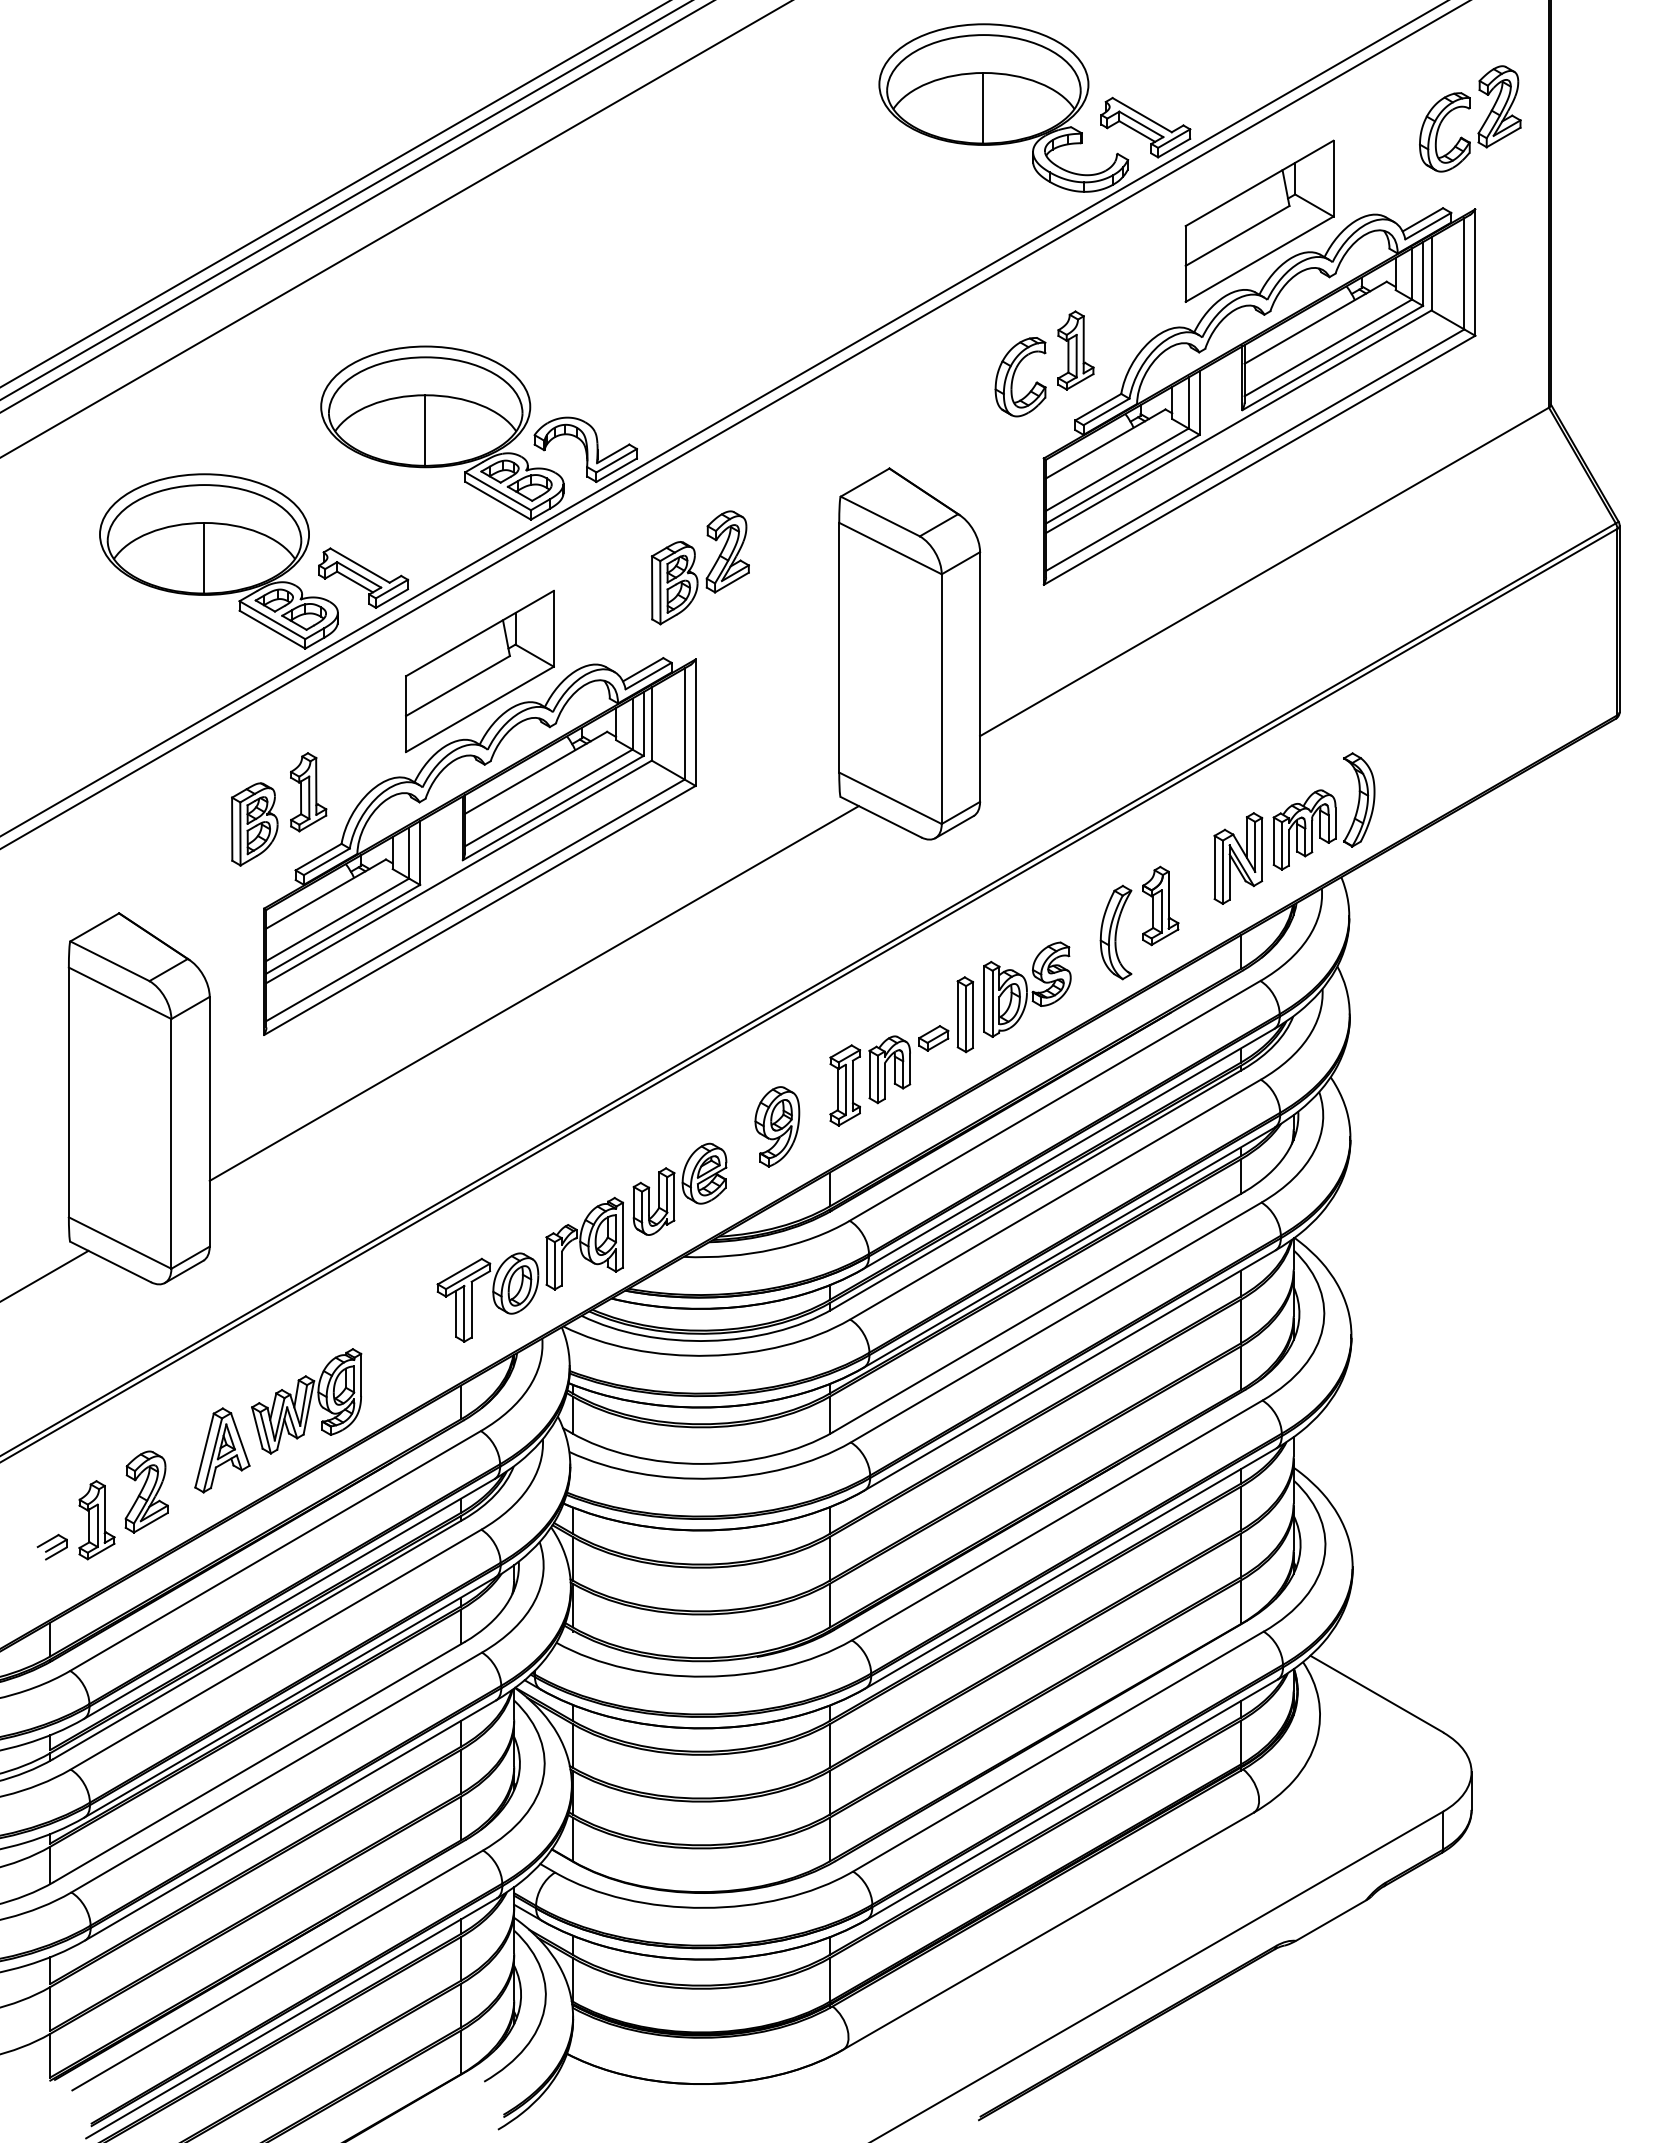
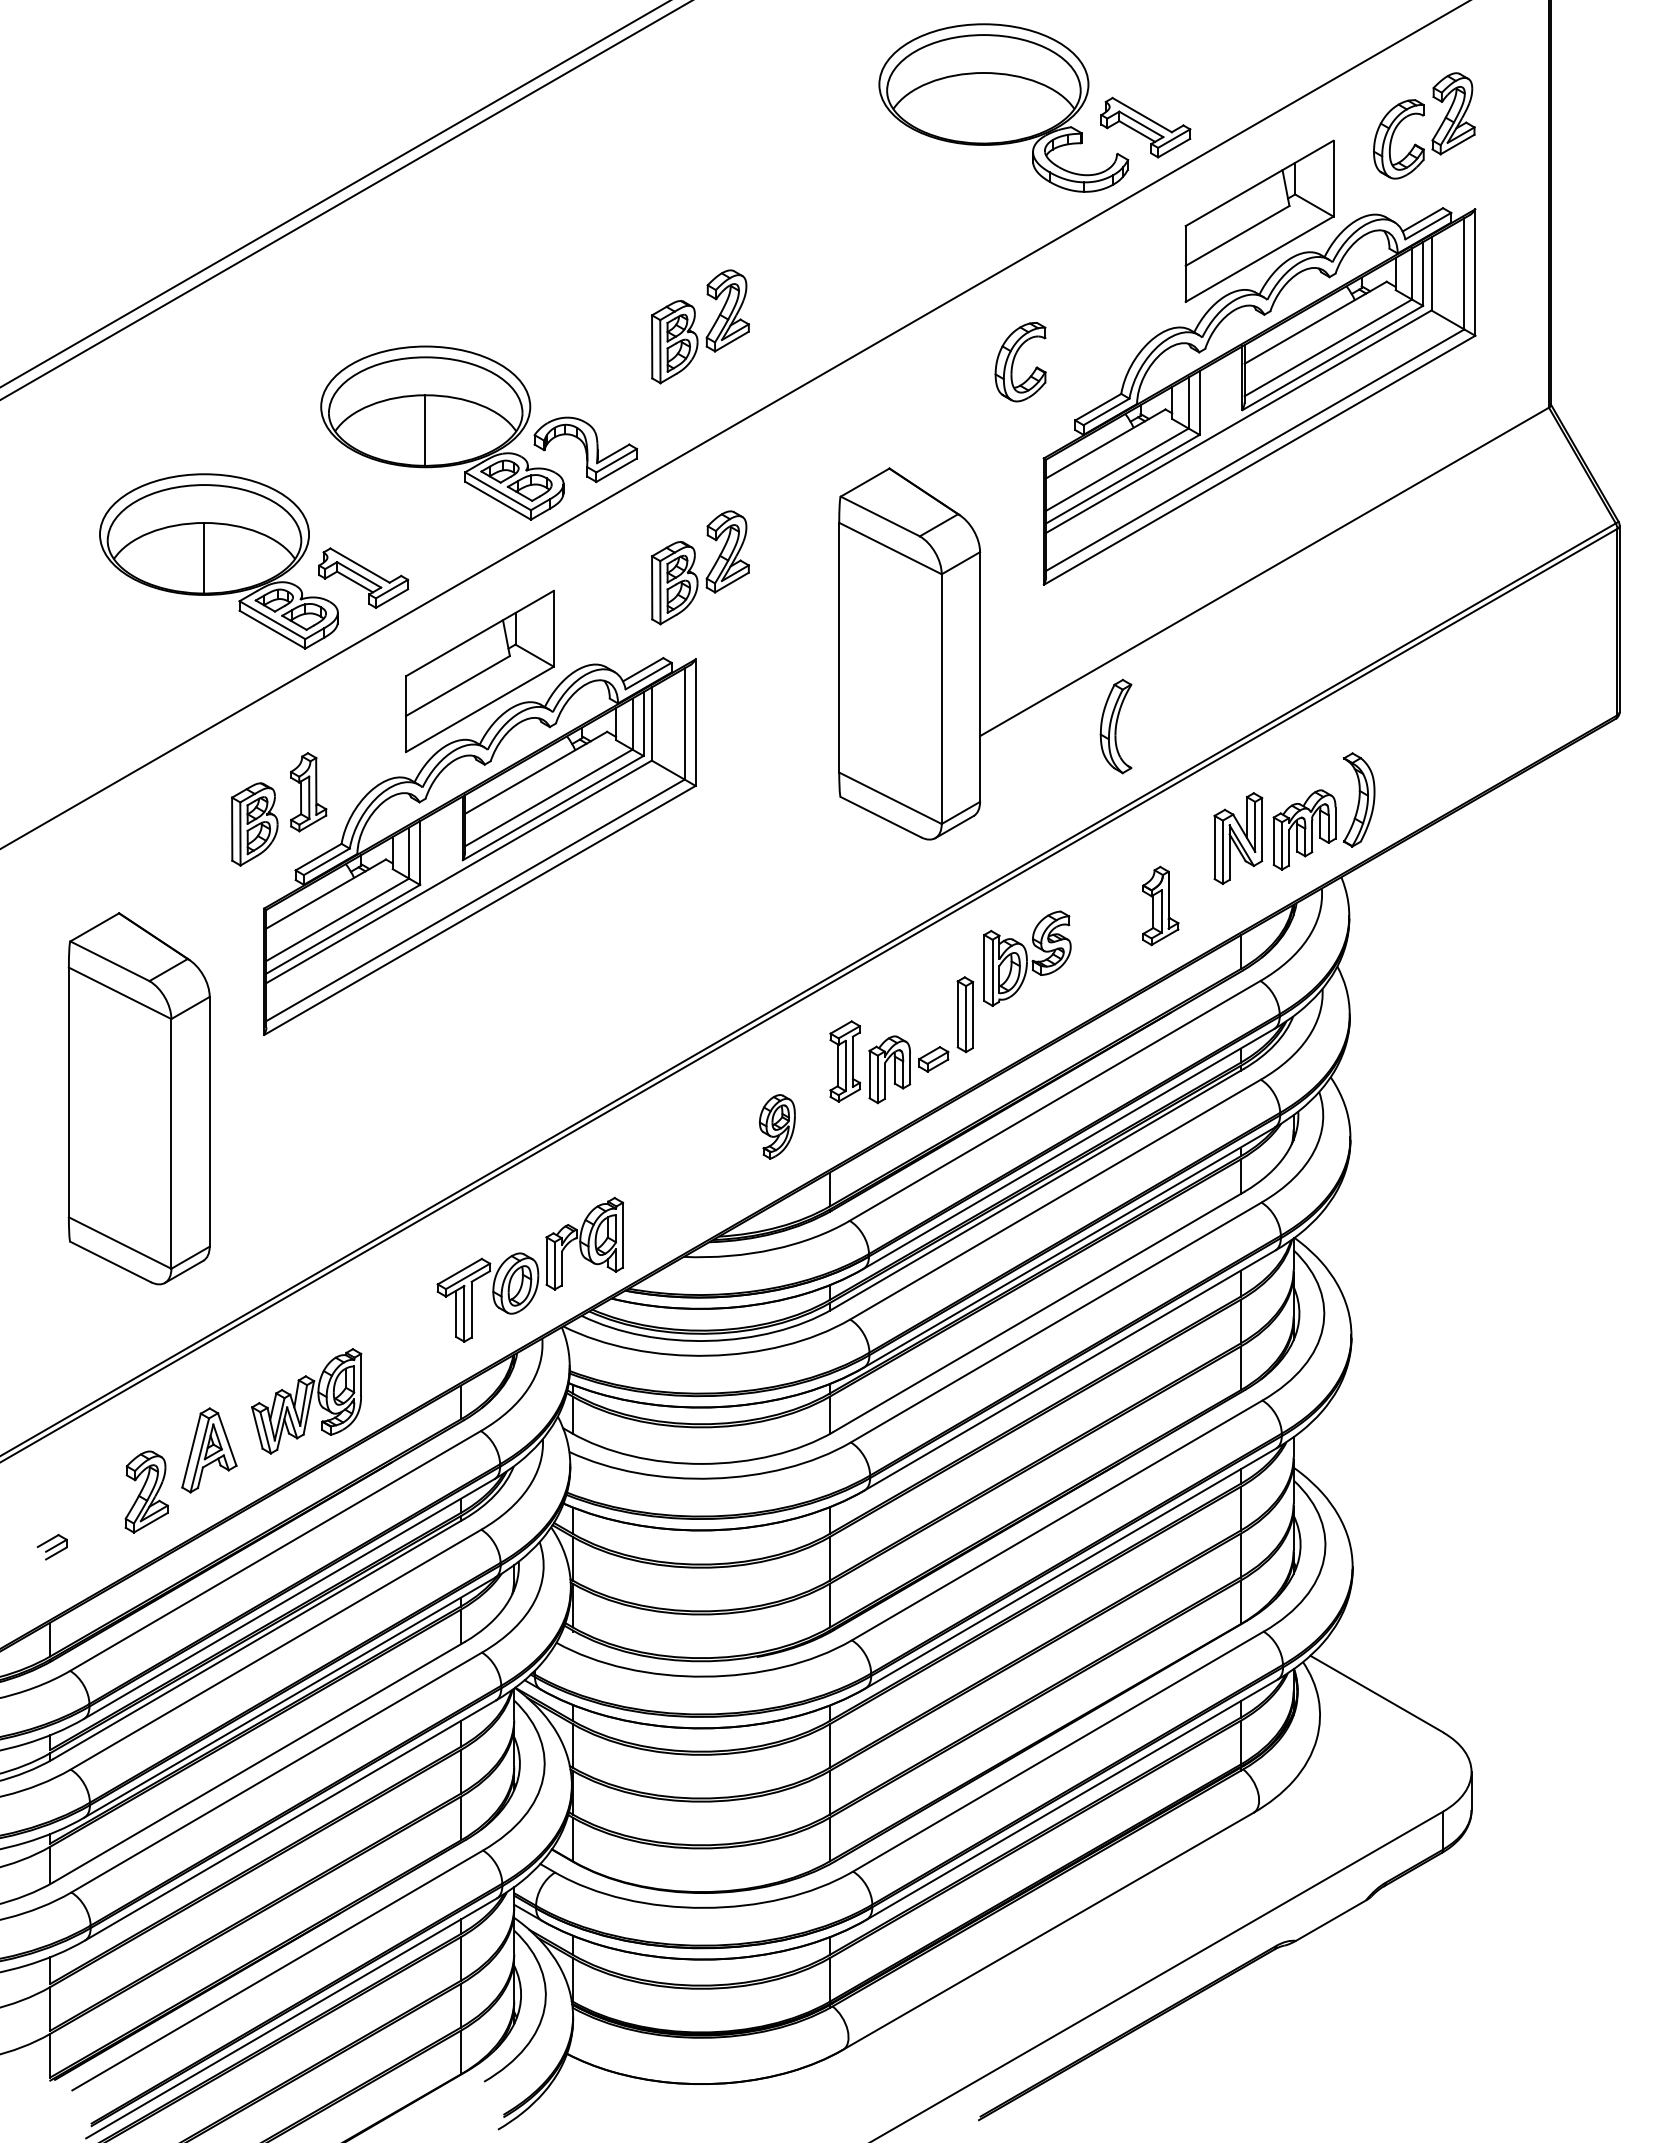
line at (983, 108): present -> none
part at (1469, 109) position: (1469, 109) -> (1423, 116)
line at (356, 206): present -> none
line at (395, 229): present -> none
part at (693, 324): none -> present
part at (1075, 350): present -> none
part at (1014, 376) position: (1014, 376) -> (1014, 361)
line at (723, 418): present -> none
part at (1238, 858) position: (1238, 858) -> (1238, 838)
part at (1115, 932) position: (1115, 932) -> (1115, 726)
part at (1027, 989) position: (1027, 989) -> (1027, 958)
line at (533, 993): present -> none
part at (933, 1038) position: (933, 1038) -> (933, 1059)
part at (844, 1085) position: (844, 1085) -> (844, 1061)
part at (777, 1126) size: 47x82 px -> 38x66 px
part at (679, 1188): present -> none
line at (45, 1275): present -> none
part at (222, 1450) position: (222, 1450) -> (209, 1450)
part at (96, 1520): present -> none
